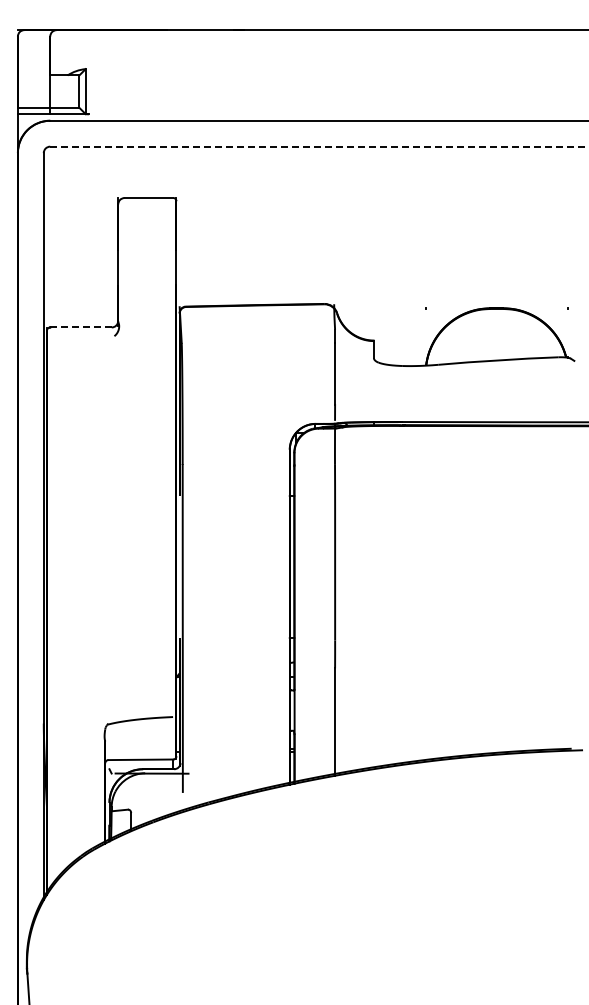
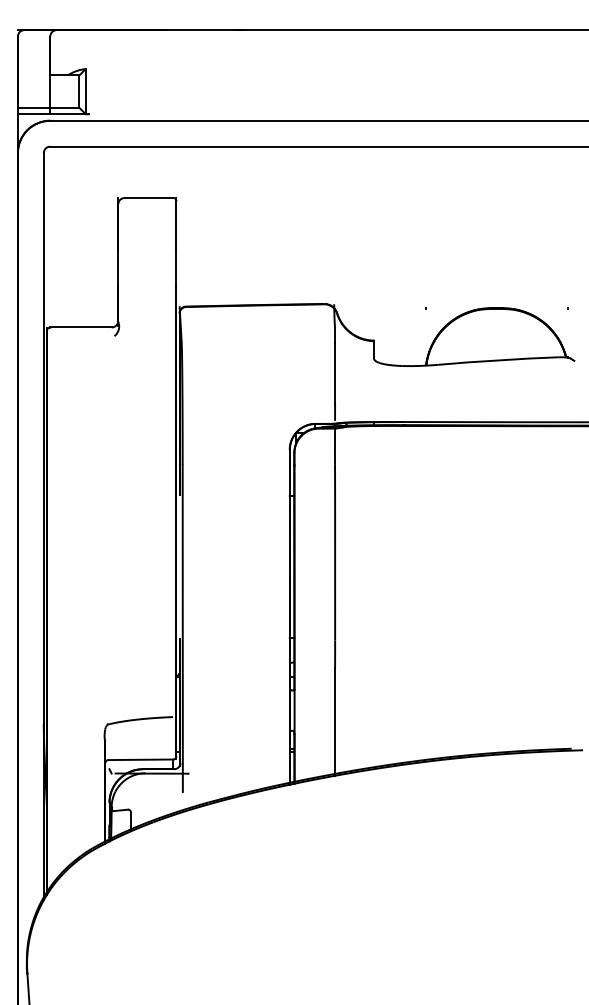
line at (320, 146): dashed -> solid
line at (81, 327): dashed -> solid
